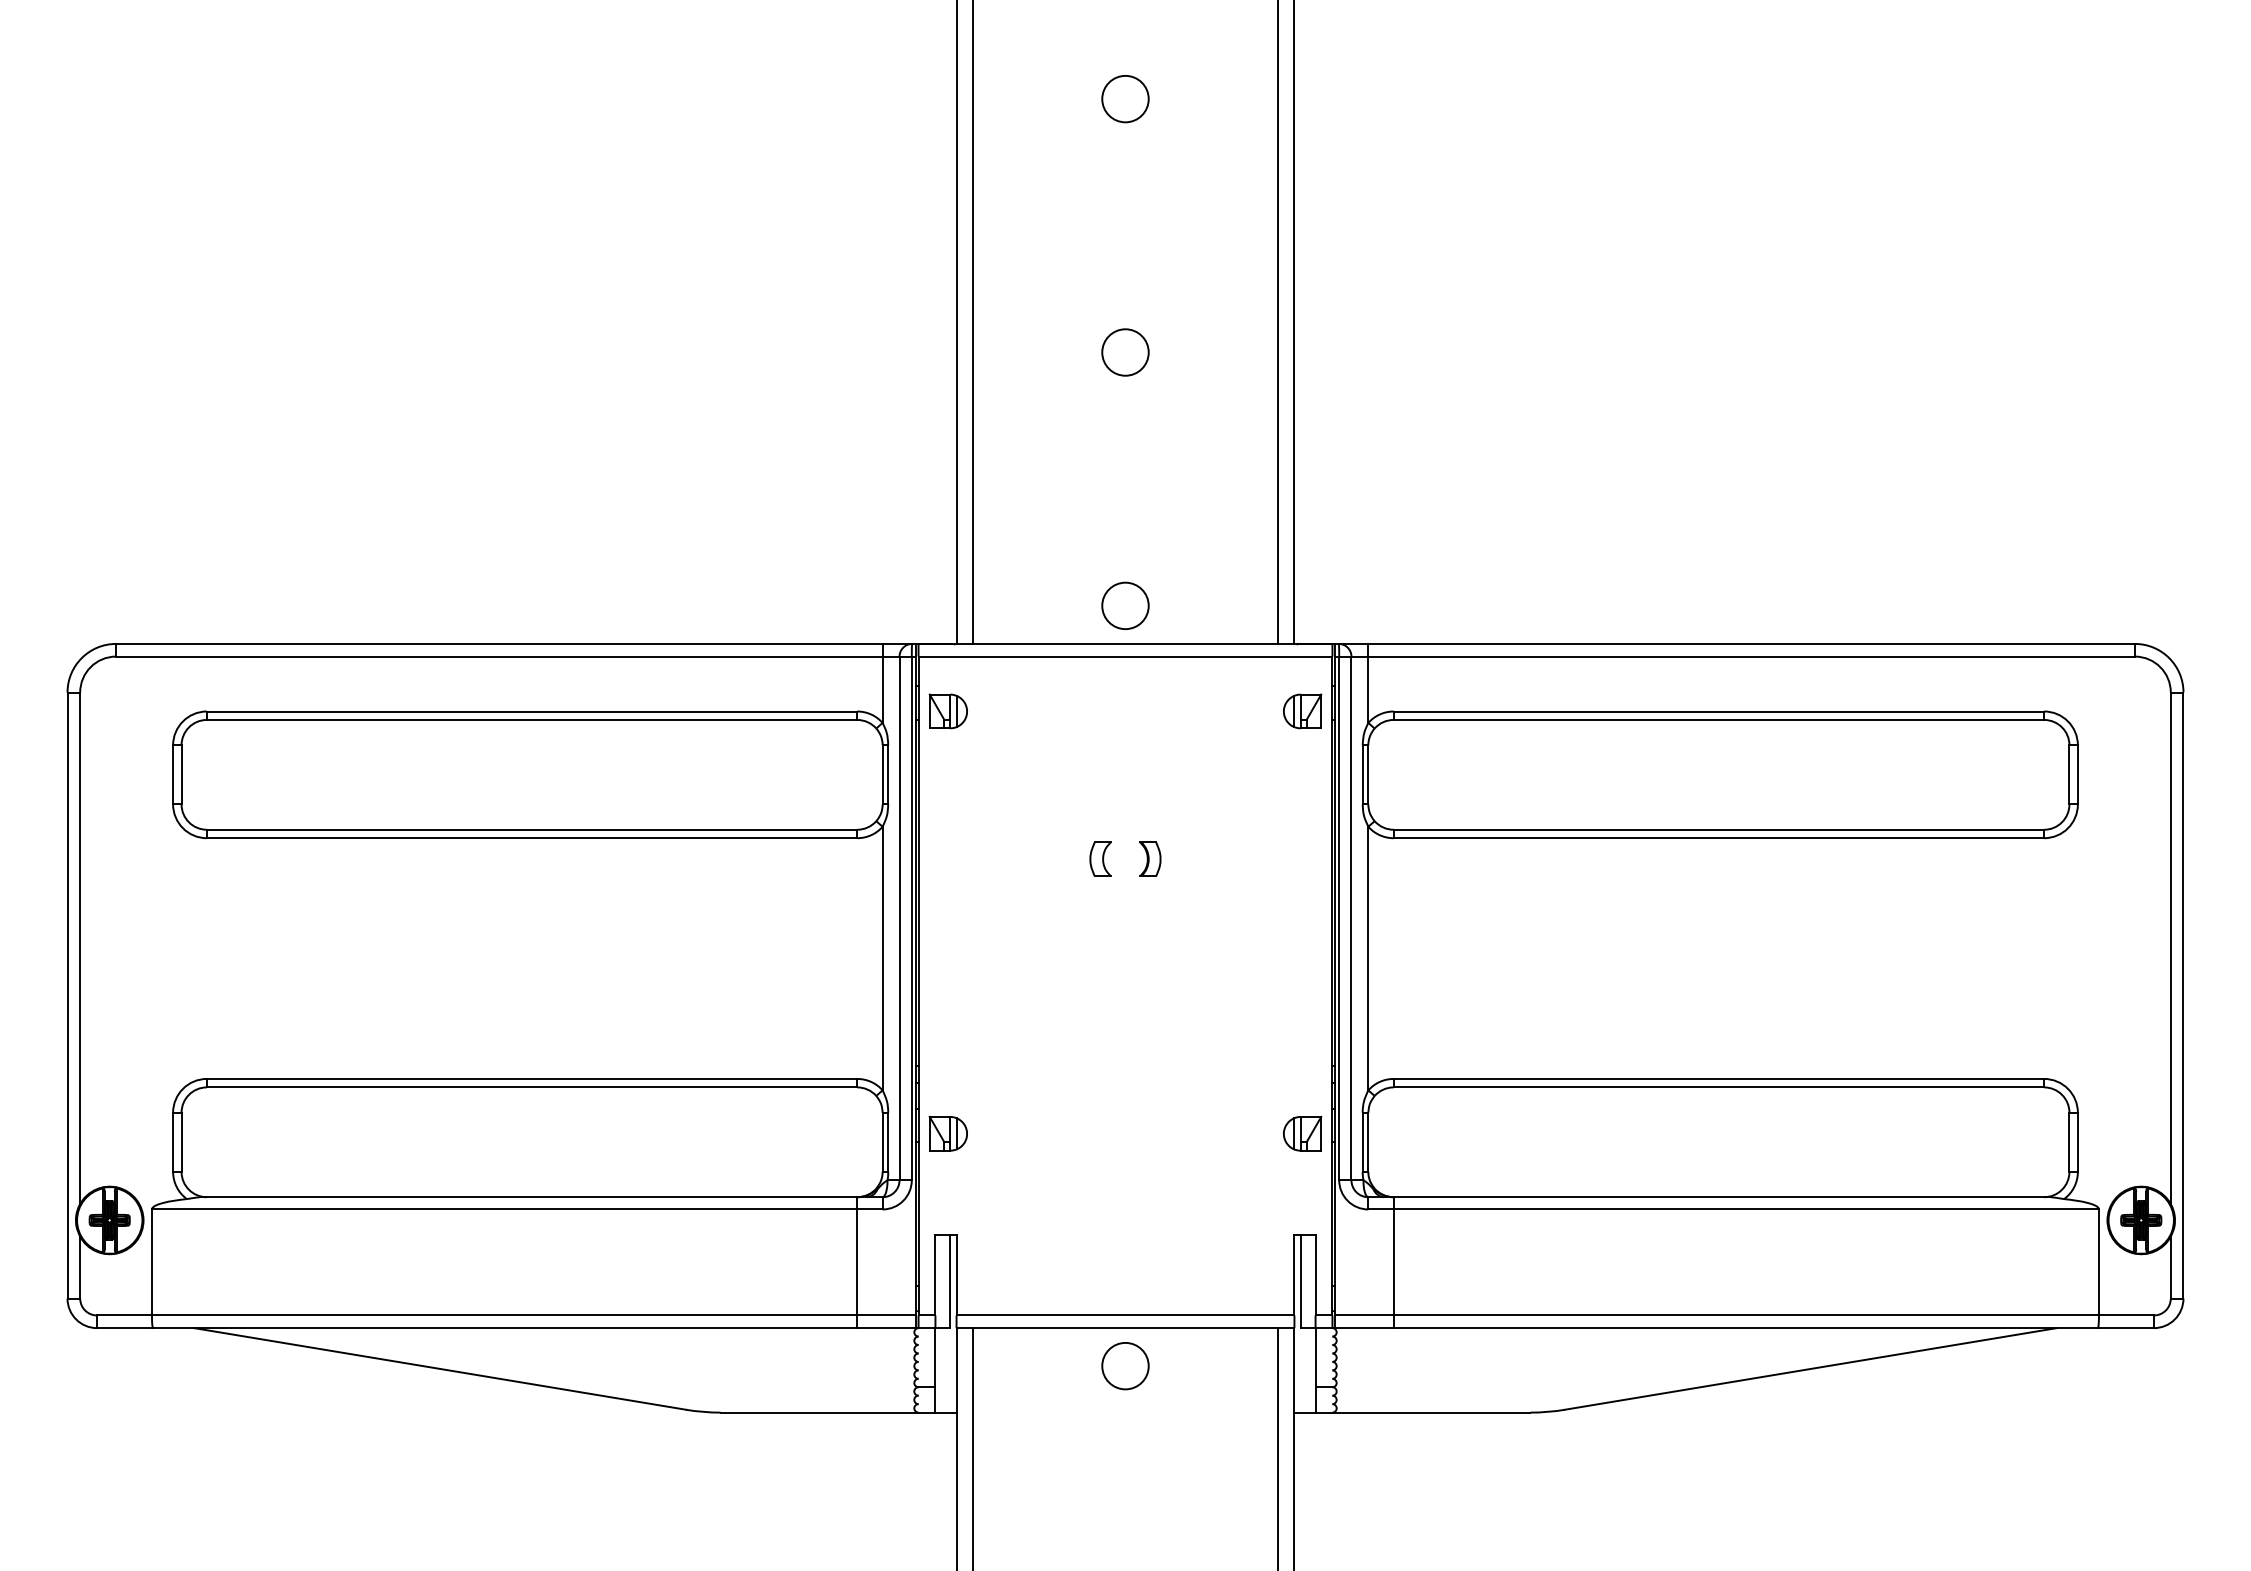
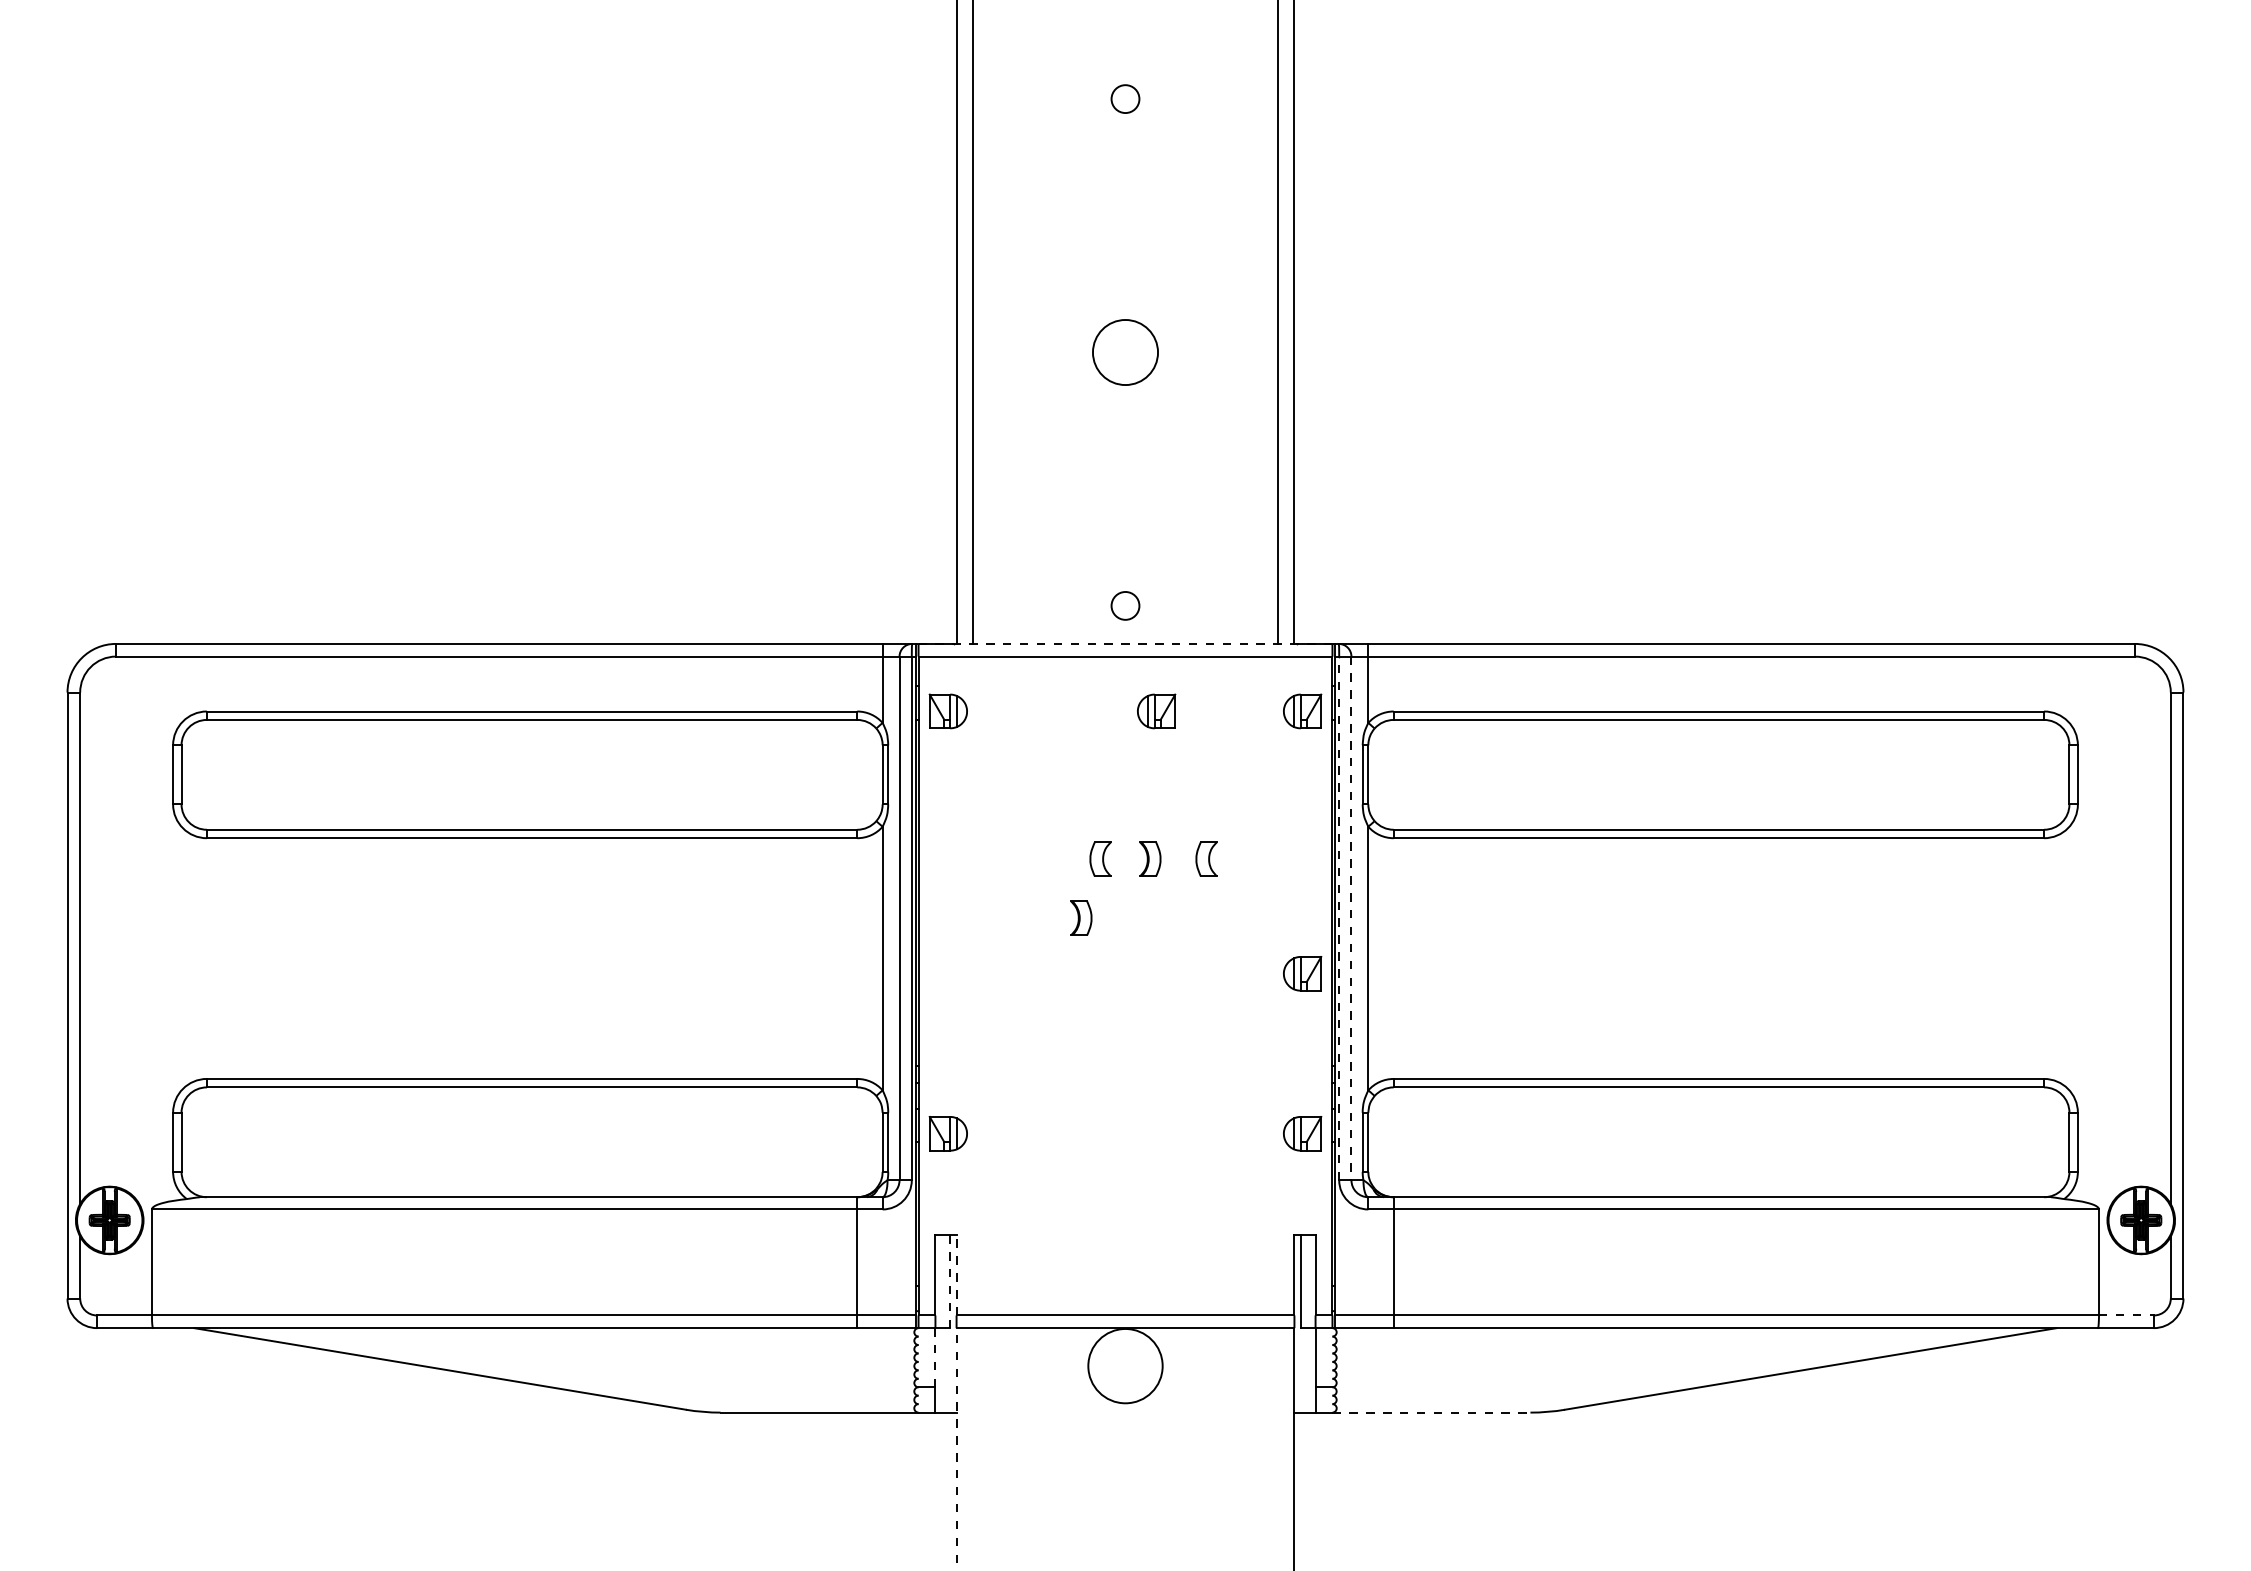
circle at (1125, 98) diameter: 46 px -> 28 px
circle at (1125, 352) diameter: 46 px -> 65 px
circle at (1125, 605) diameter: 46 px -> 28 px
line at (1125, 643): solid -> dashed
part at (1156, 711): none -> present
part at (1206, 858): none -> present
part at (1081, 917): none -> present
line at (1339, 918): solid -> dashed
line at (1351, 918): solid -> dashed
part at (1302, 973): none -> present
line at (956, 1274): solid -> dashed
line at (950, 1282): solid -> dashed
line at (2126, 1315): solid -> dashed
line at (935, 1357): solid -> dashed
circle at (1125, 1365) diameter: 46 px -> 74 px
line at (1431, 1412): solid -> dashed
line at (973, 1447): present -> none
line at (1277, 1447): present -> none
line at (956, 1449): solid -> dashed
